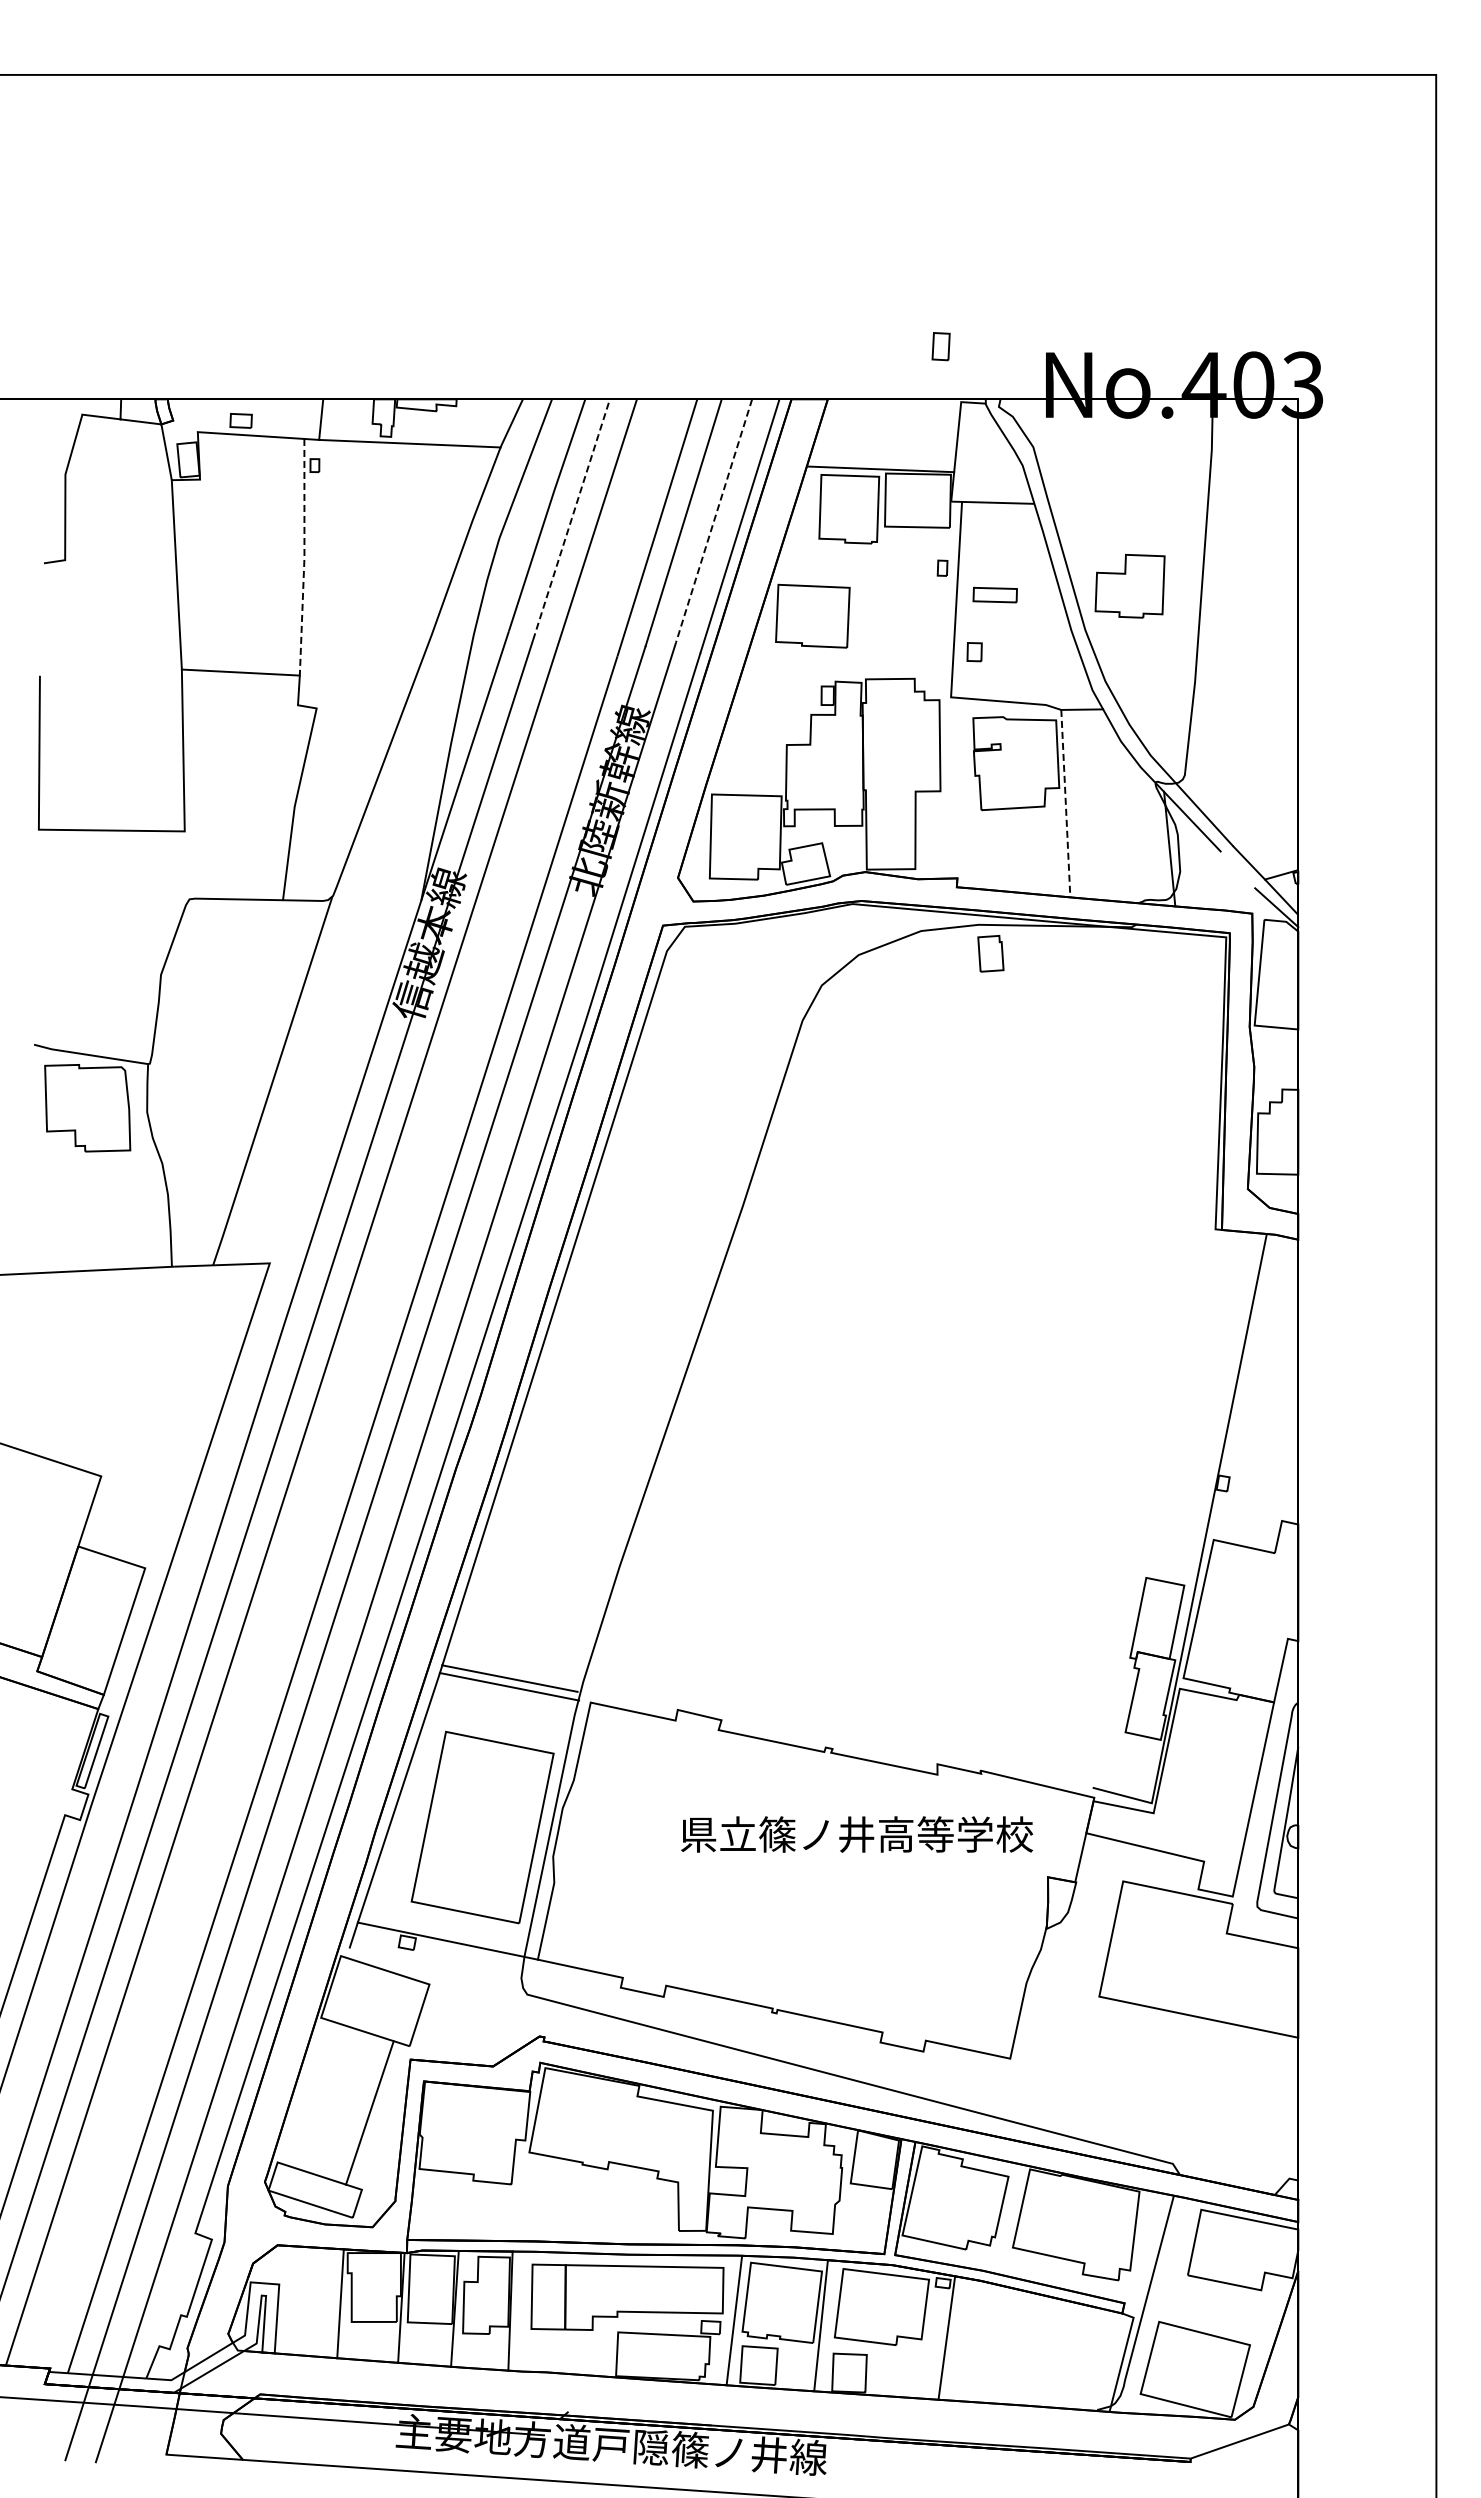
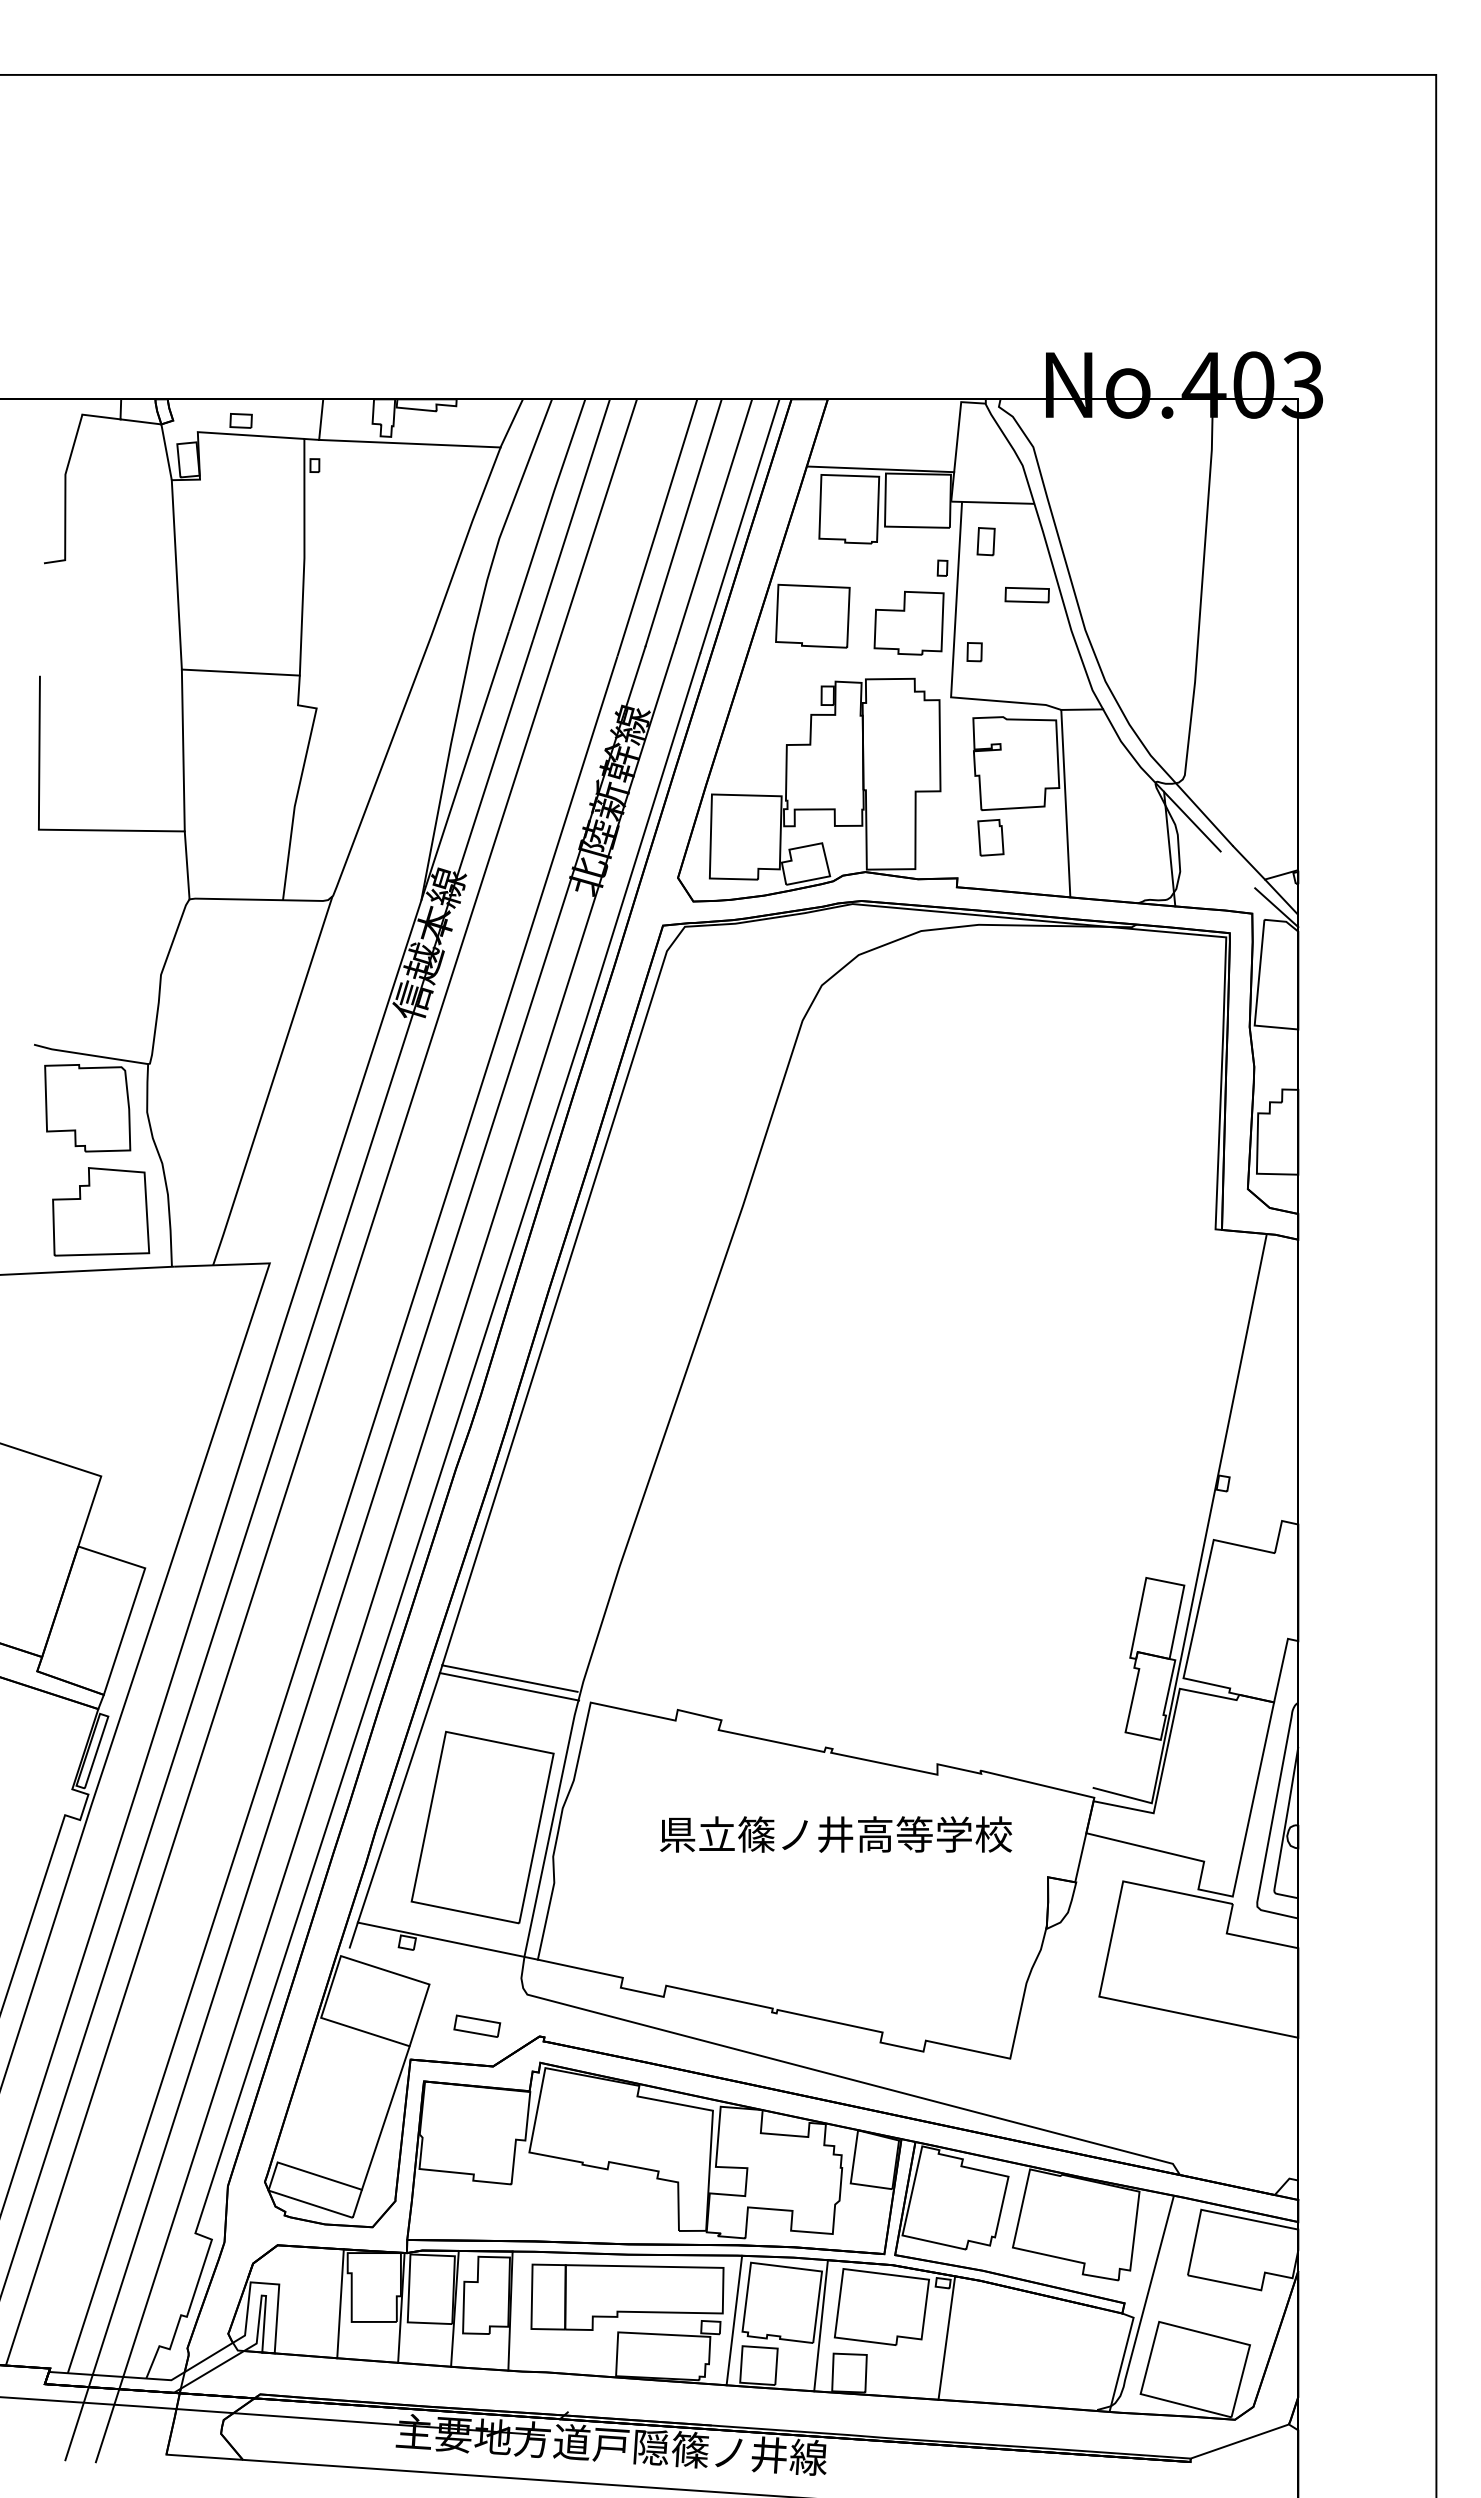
part at (940, 346) position: (940, 346) -> (985, 541)
line at (571, 518): dashed -> solid
line at (714, 521): dashed -> solid
line at (304, 558): dashed -> solid
part at (1129, 585) position: (1129, 585) -> (908, 622)
part at (994, 594) position: (994, 594) -> (1026, 594)
line at (1065, 803): dashed -> solid
line at (186, 865): none -> present
part at (990, 953) position: (990, 953) -> (990, 837)
part at (101, 1211): none -> present
text at (857, 1834) position: (857, 1834) -> (836, 1834)
part at (477, 2025): none -> present
line at (369, 2112) position: (369, 2112) -> (385, 2117)
